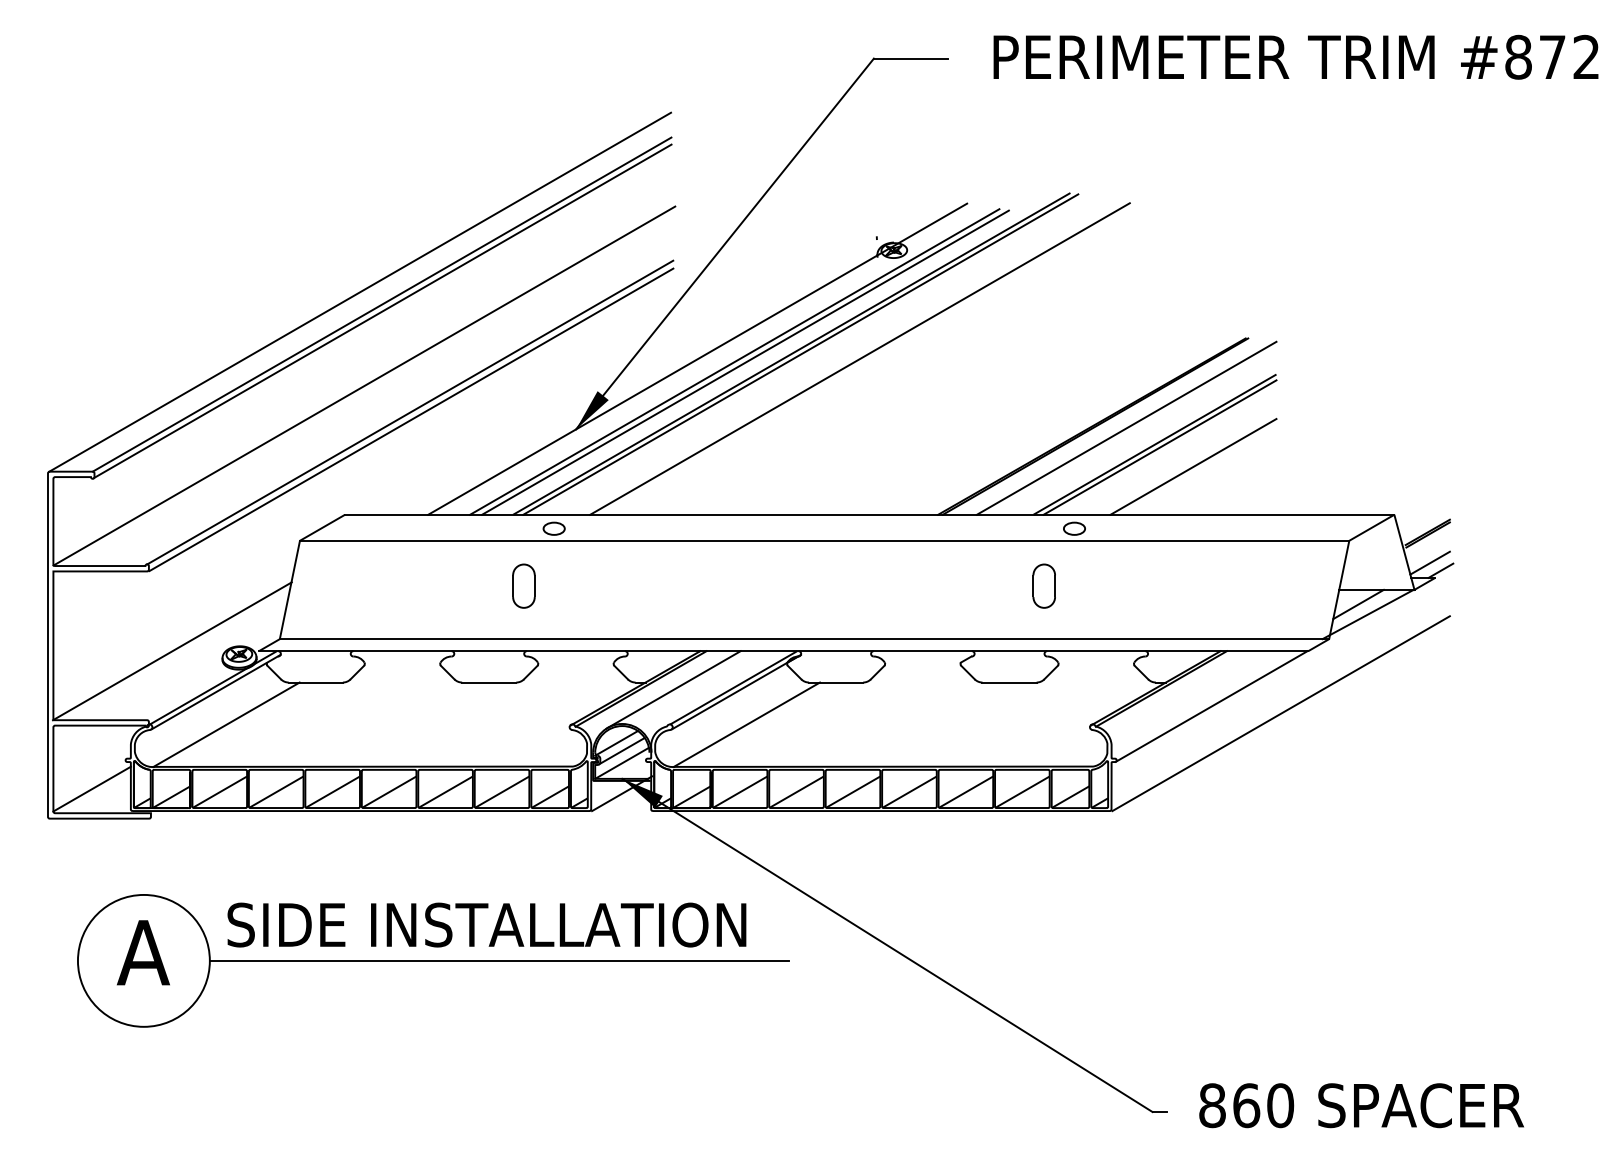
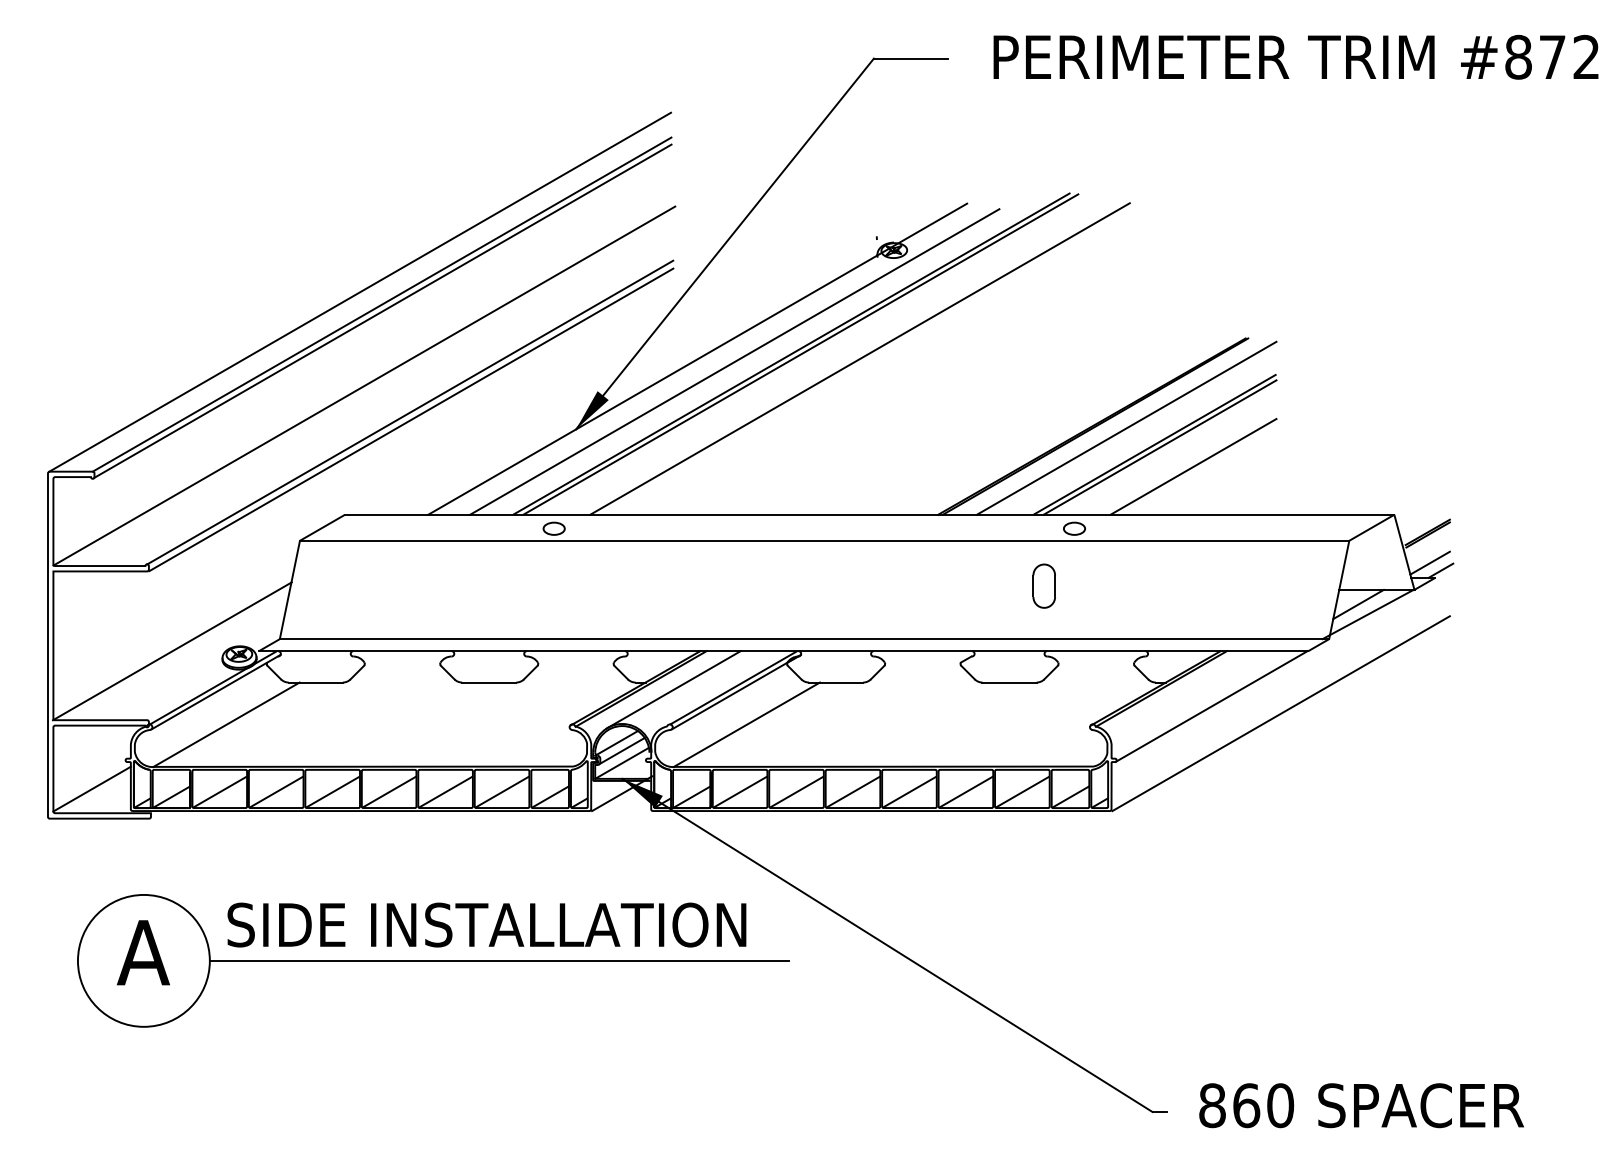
line at (745, 362): present -> none
part at (523, 585): present -> none
